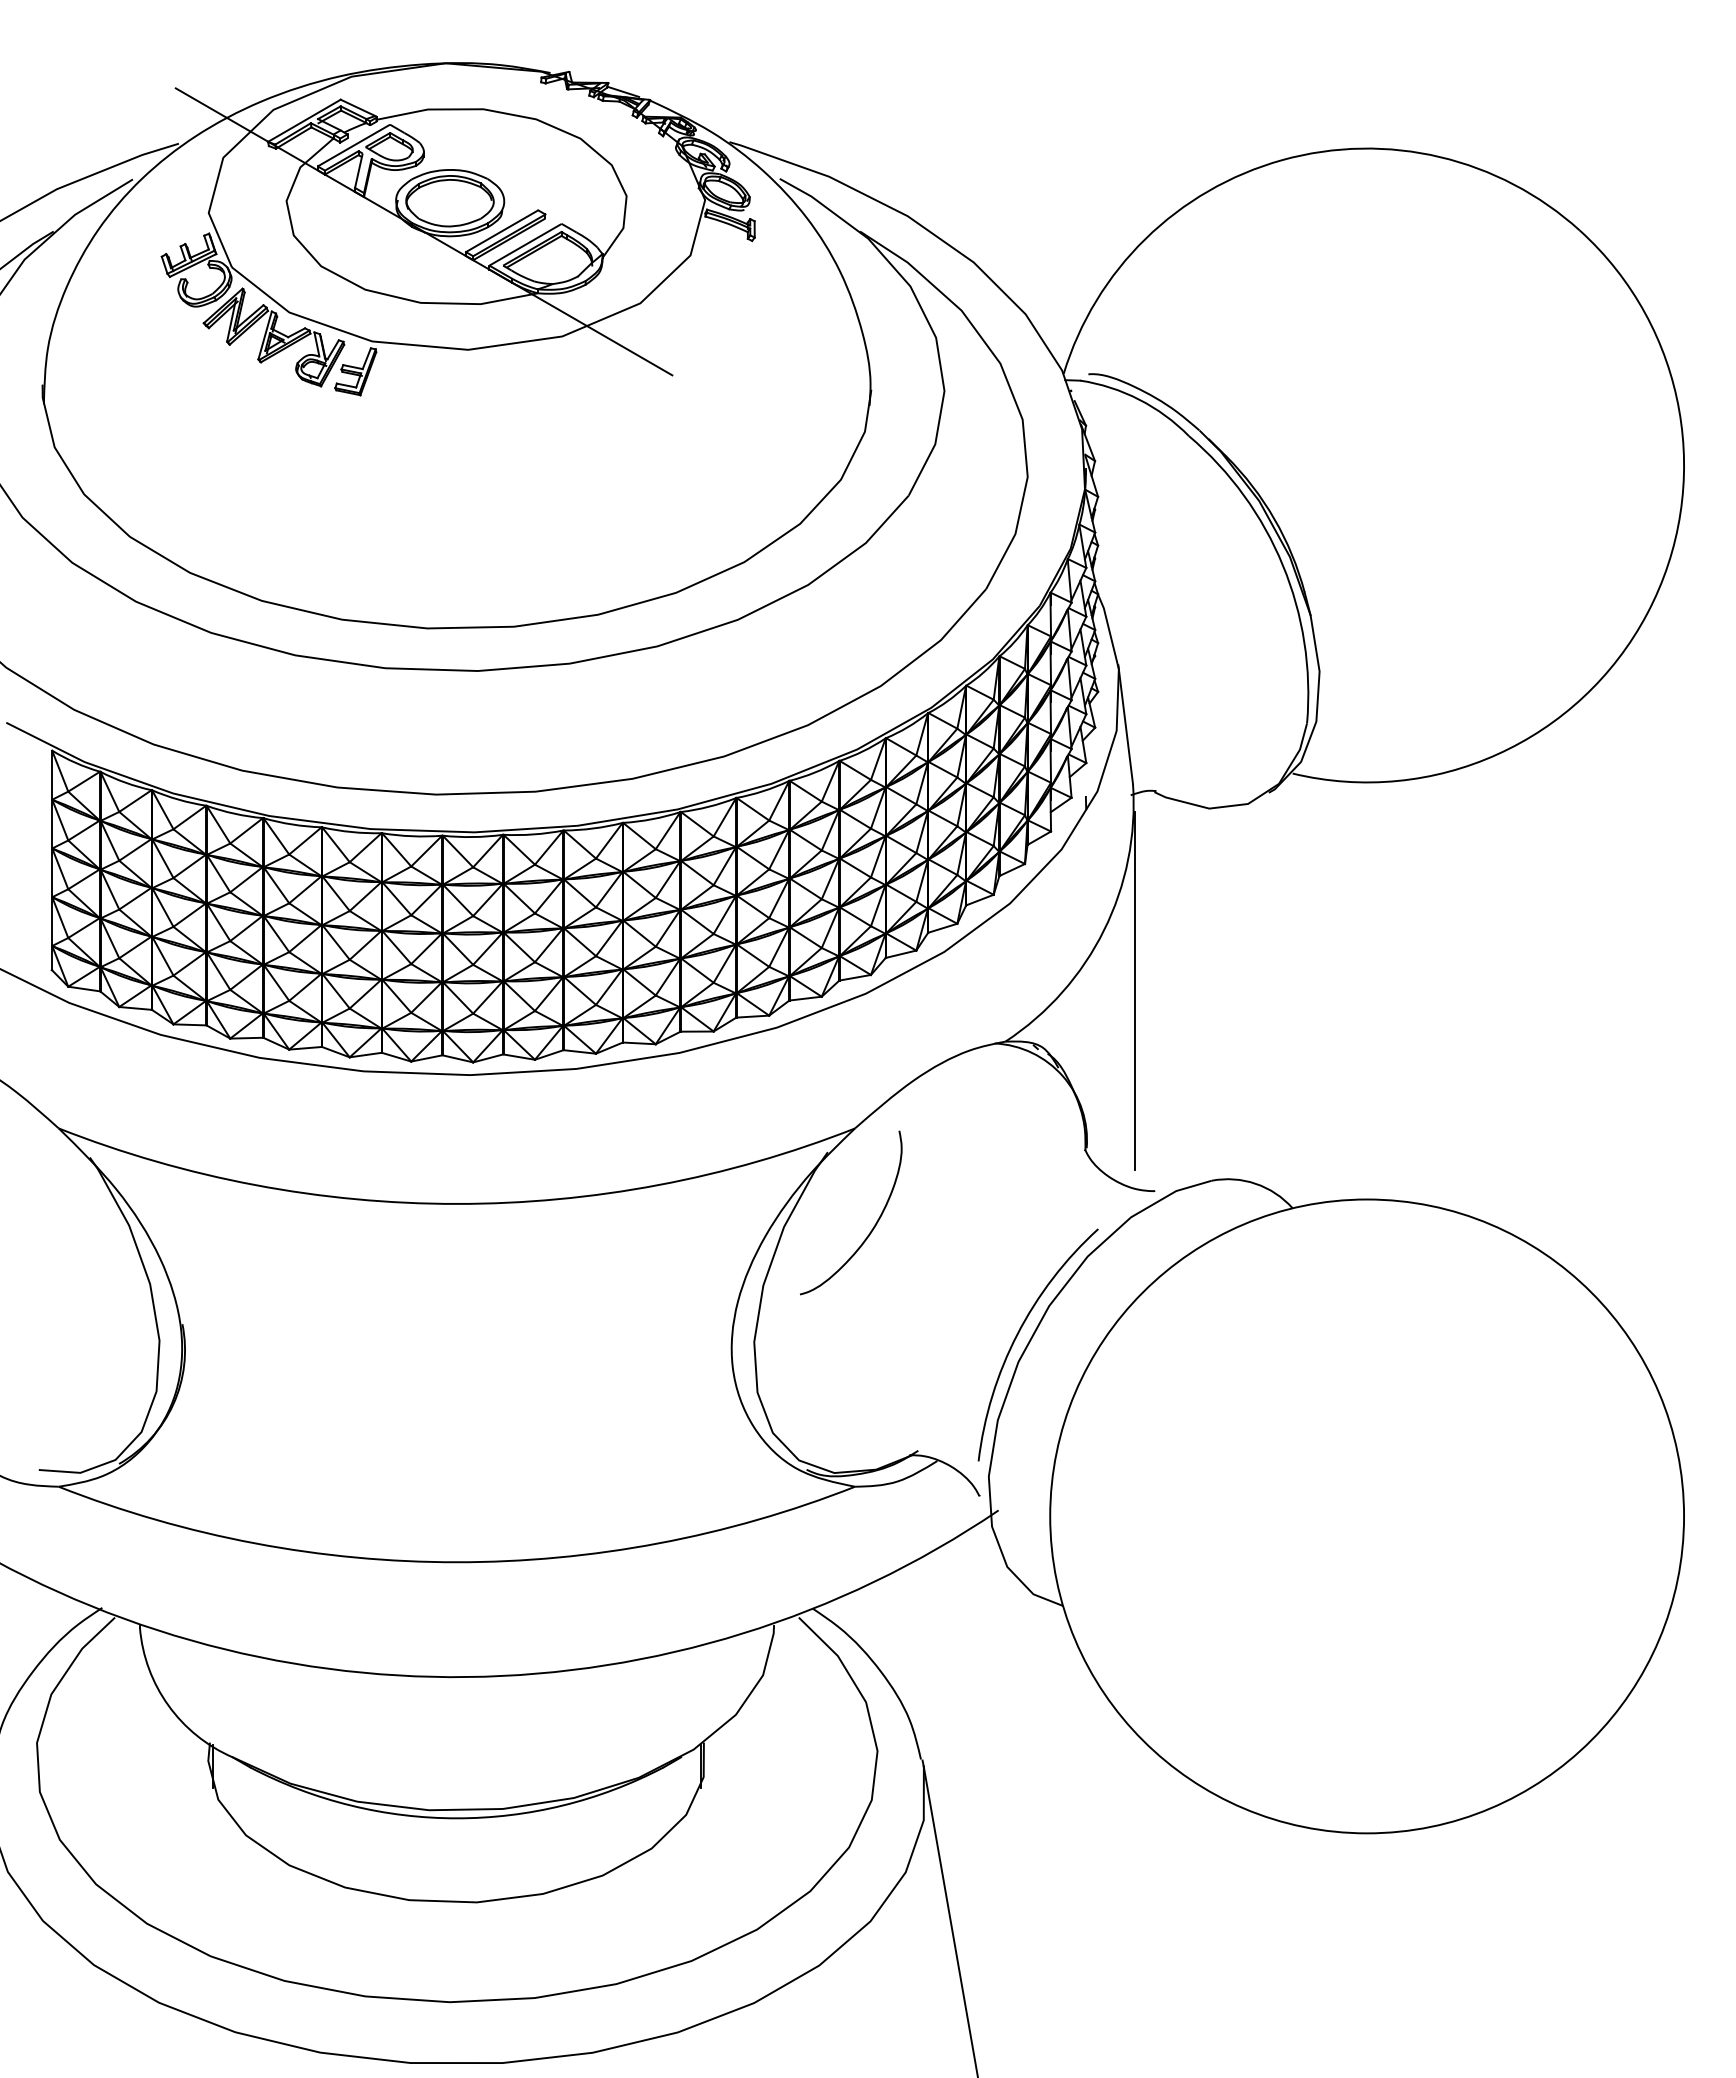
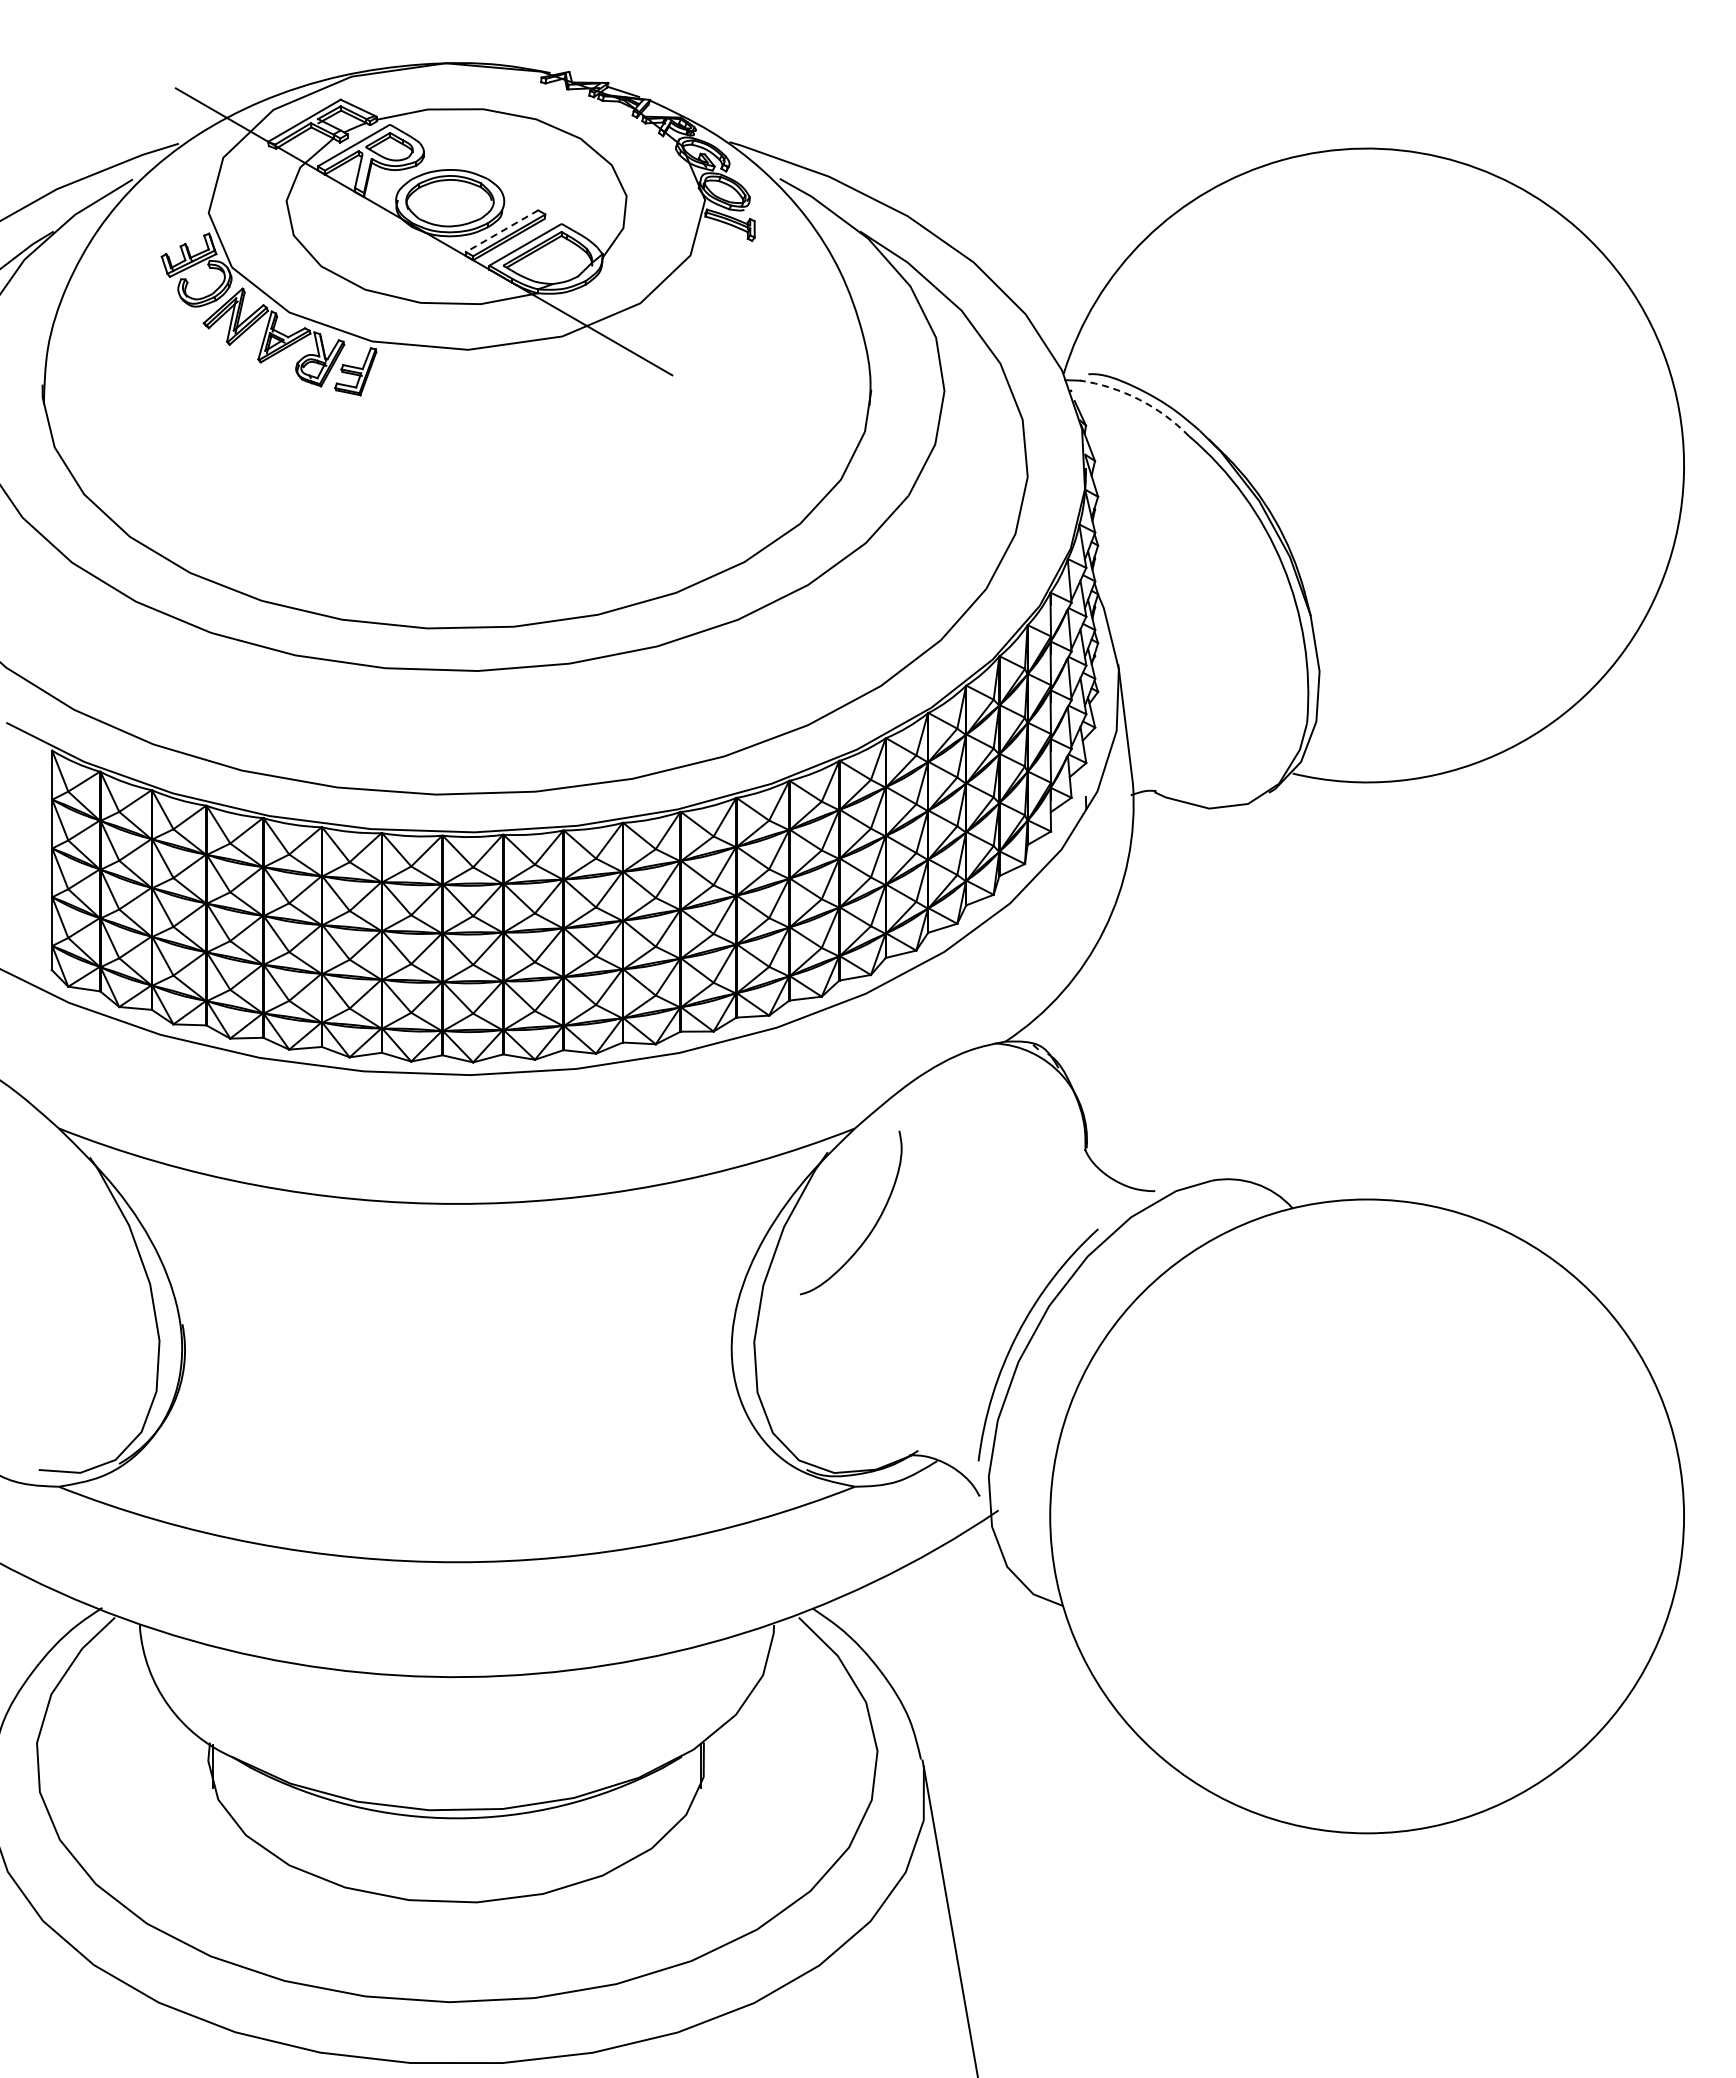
line at (501, 231): solid -> dashed
arc at (1139, 399): solid -> dashed
line at (1134, 990): present -> none
